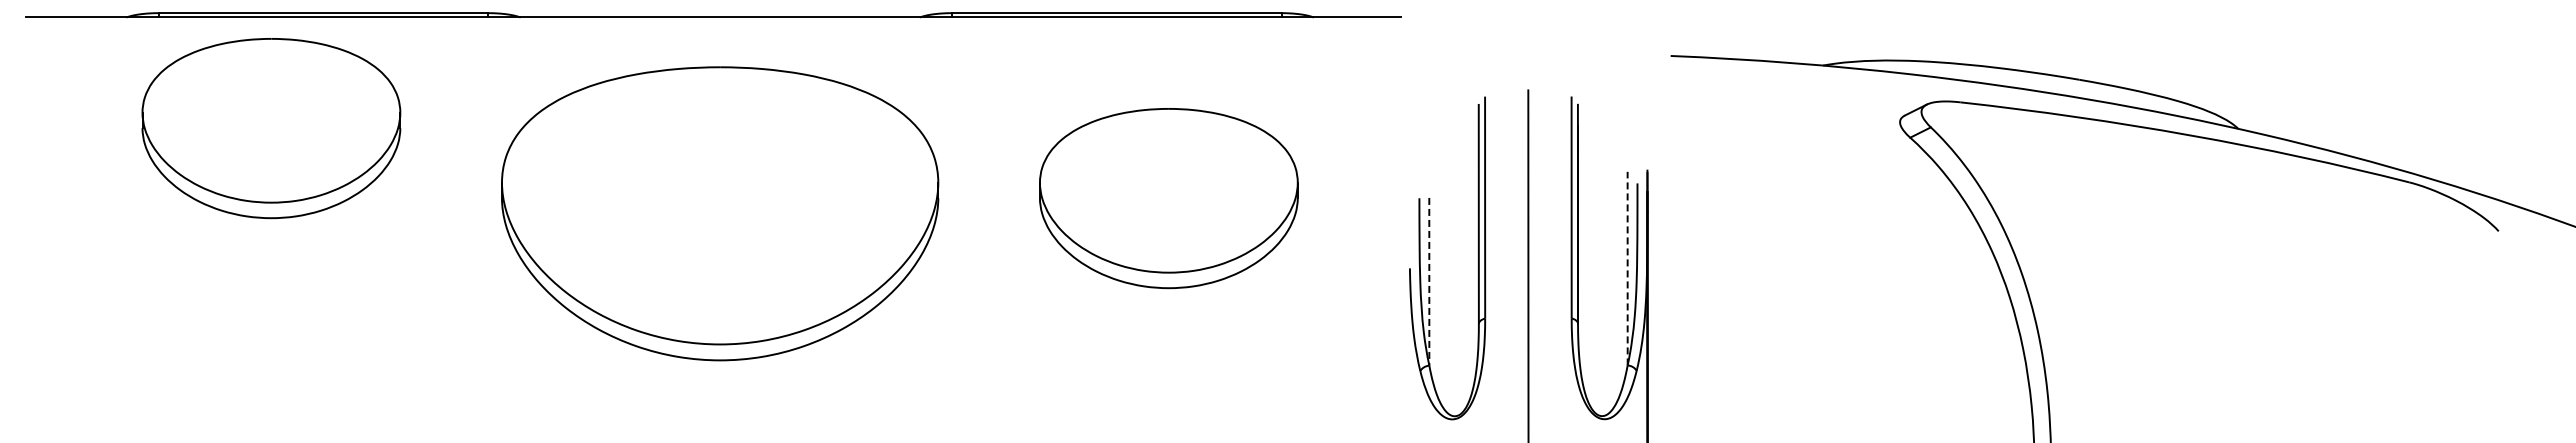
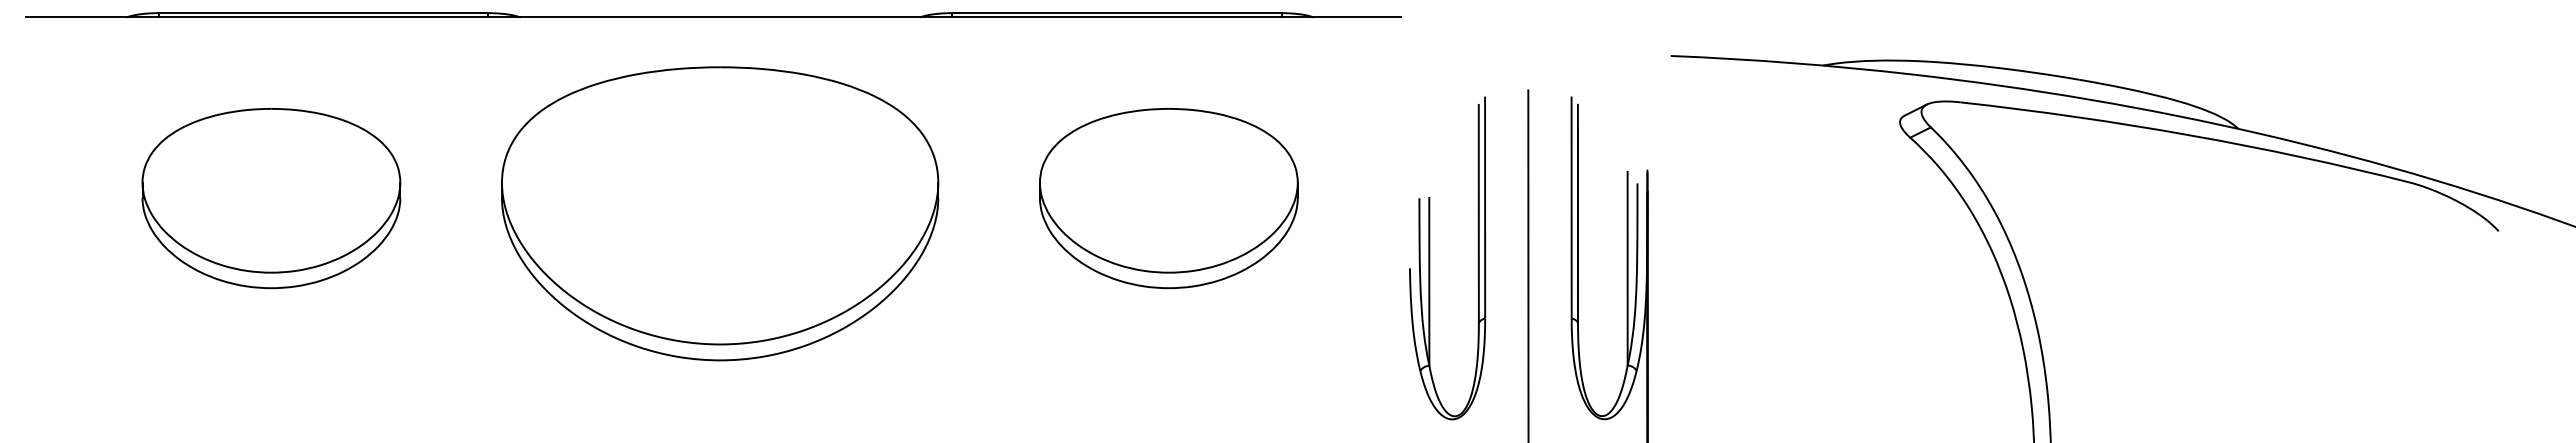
part at (271, 128) position: (271, 128) -> (271, 198)
line at (1627, 268): dashed -> solid
line at (1429, 281): dashed -> solid
